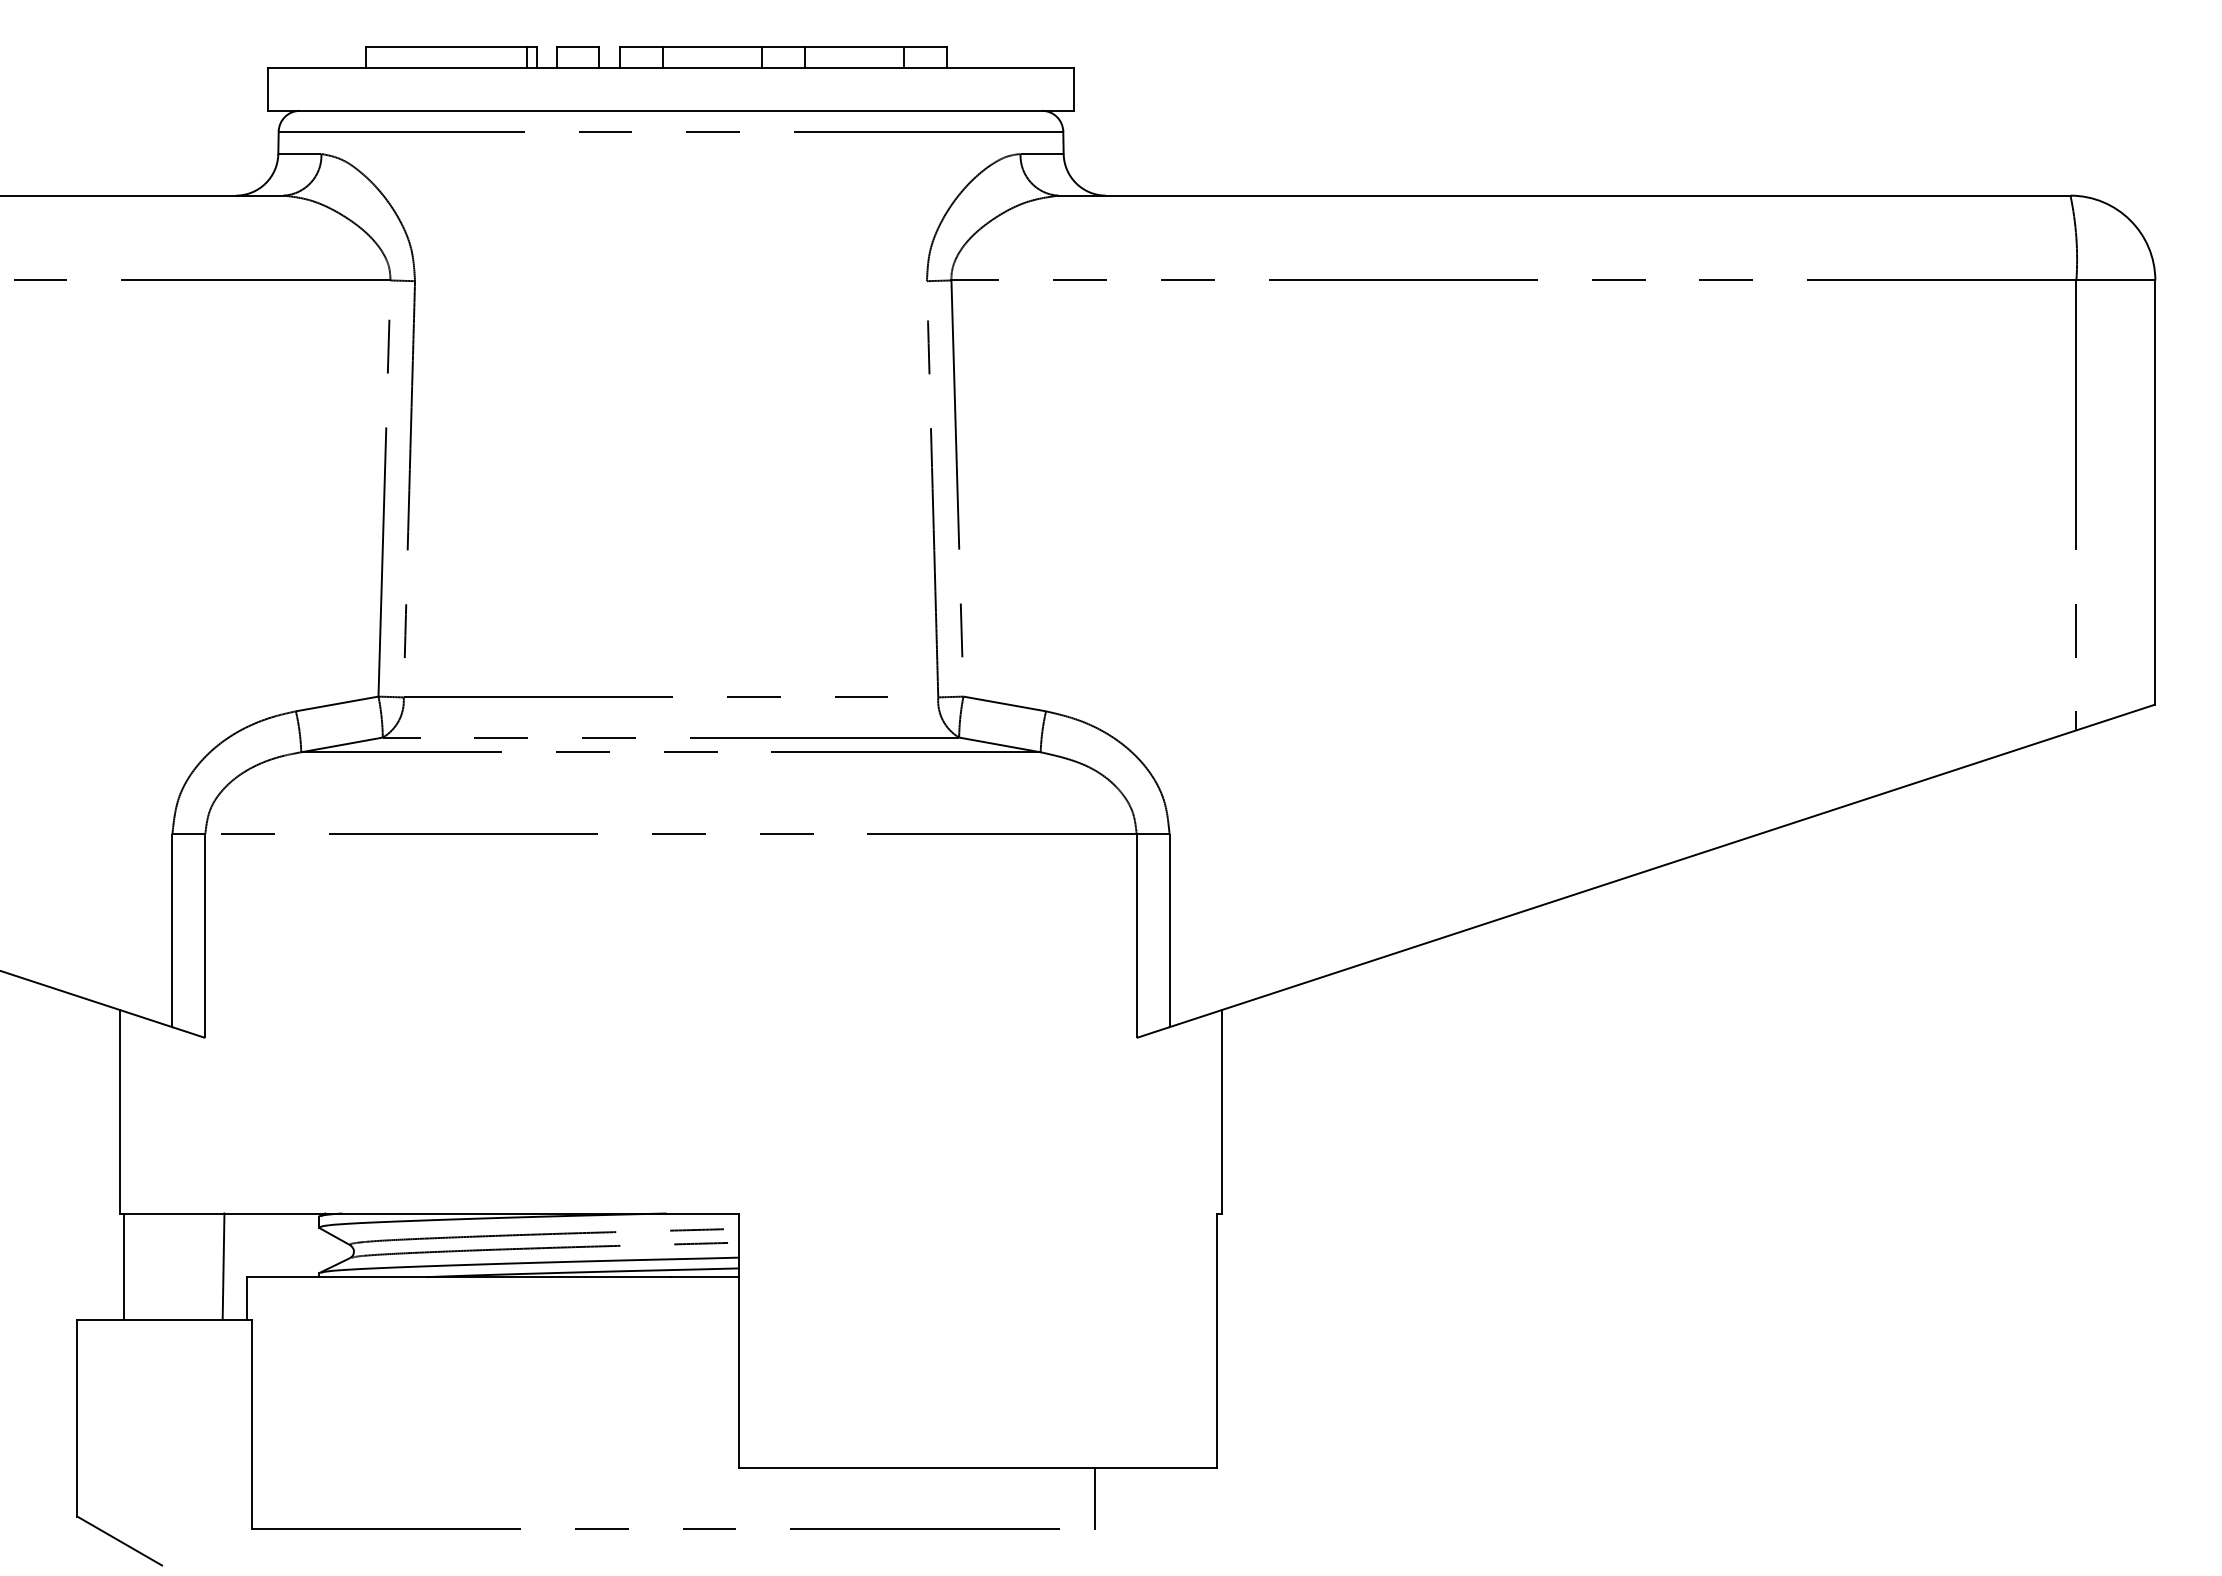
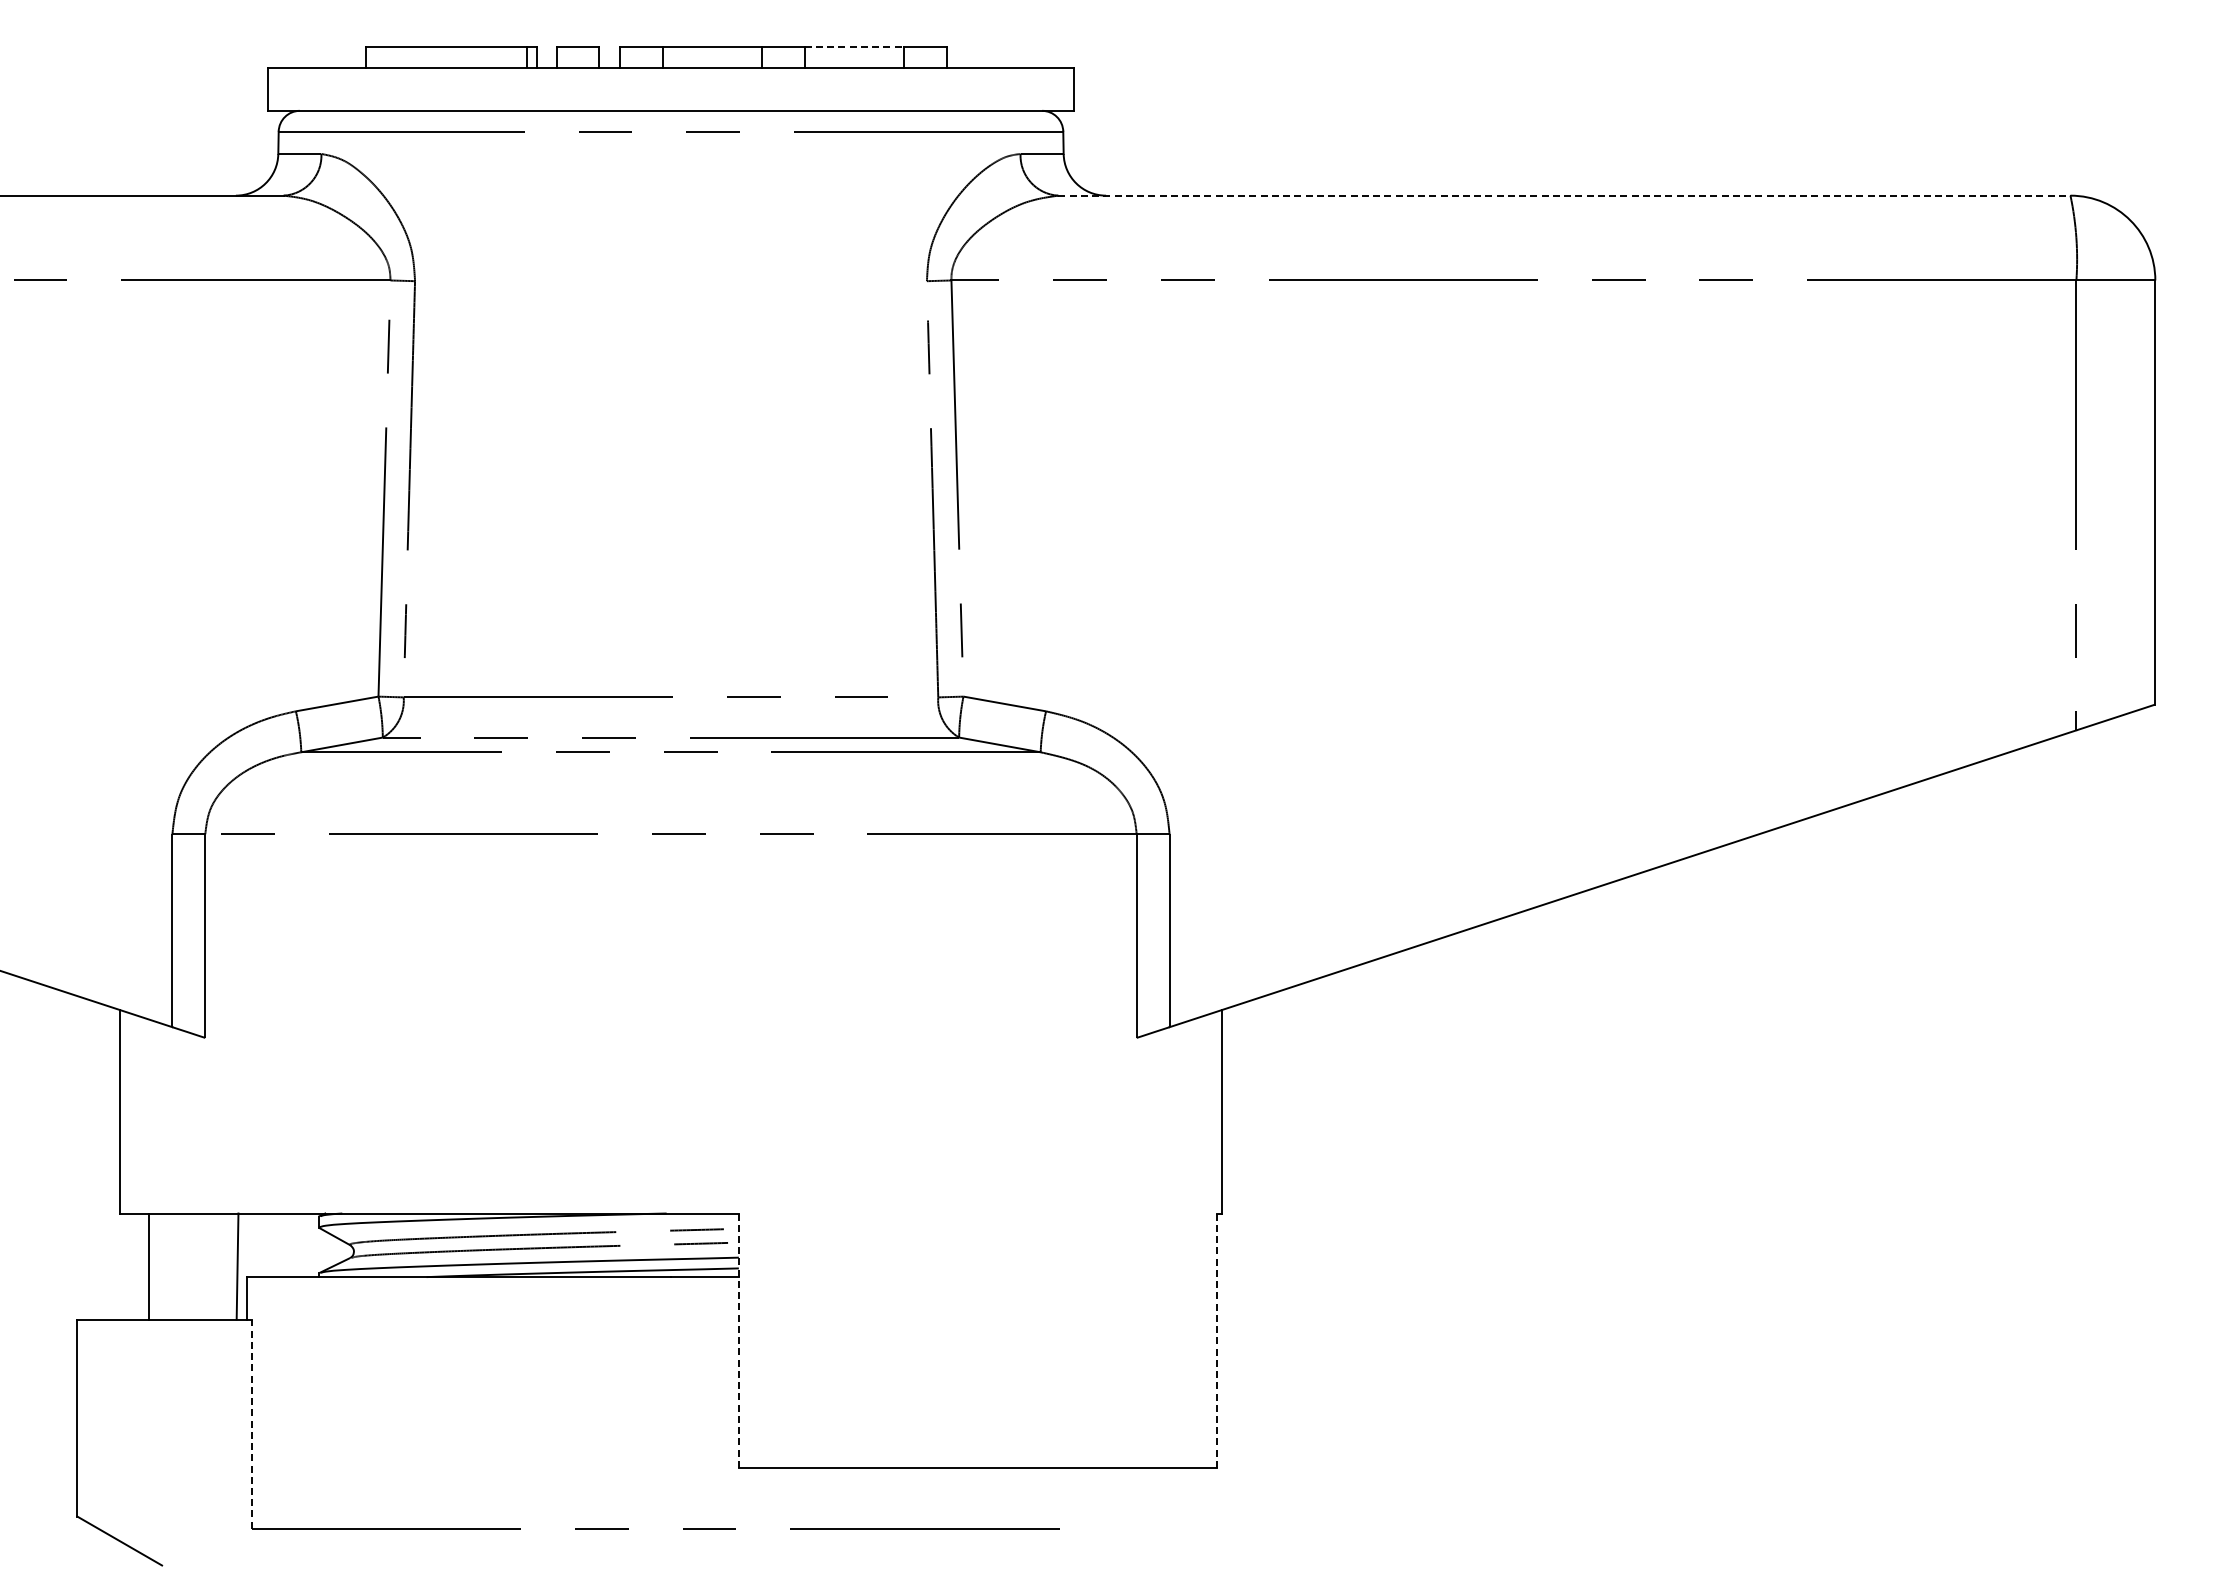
line at (854, 47): solid -> dashed
line at (1564, 195): solid -> dashed
line at (123, 1266) position: (123, 1266) -> (148, 1266)
line at (223, 1266) position: (223, 1266) -> (237, 1266)
line at (1217, 1340): solid -> dashed
line at (738, 1341): solid -> dashed
line at (251, 1424): solid -> dashed
line at (1095, 1497): present -> none
